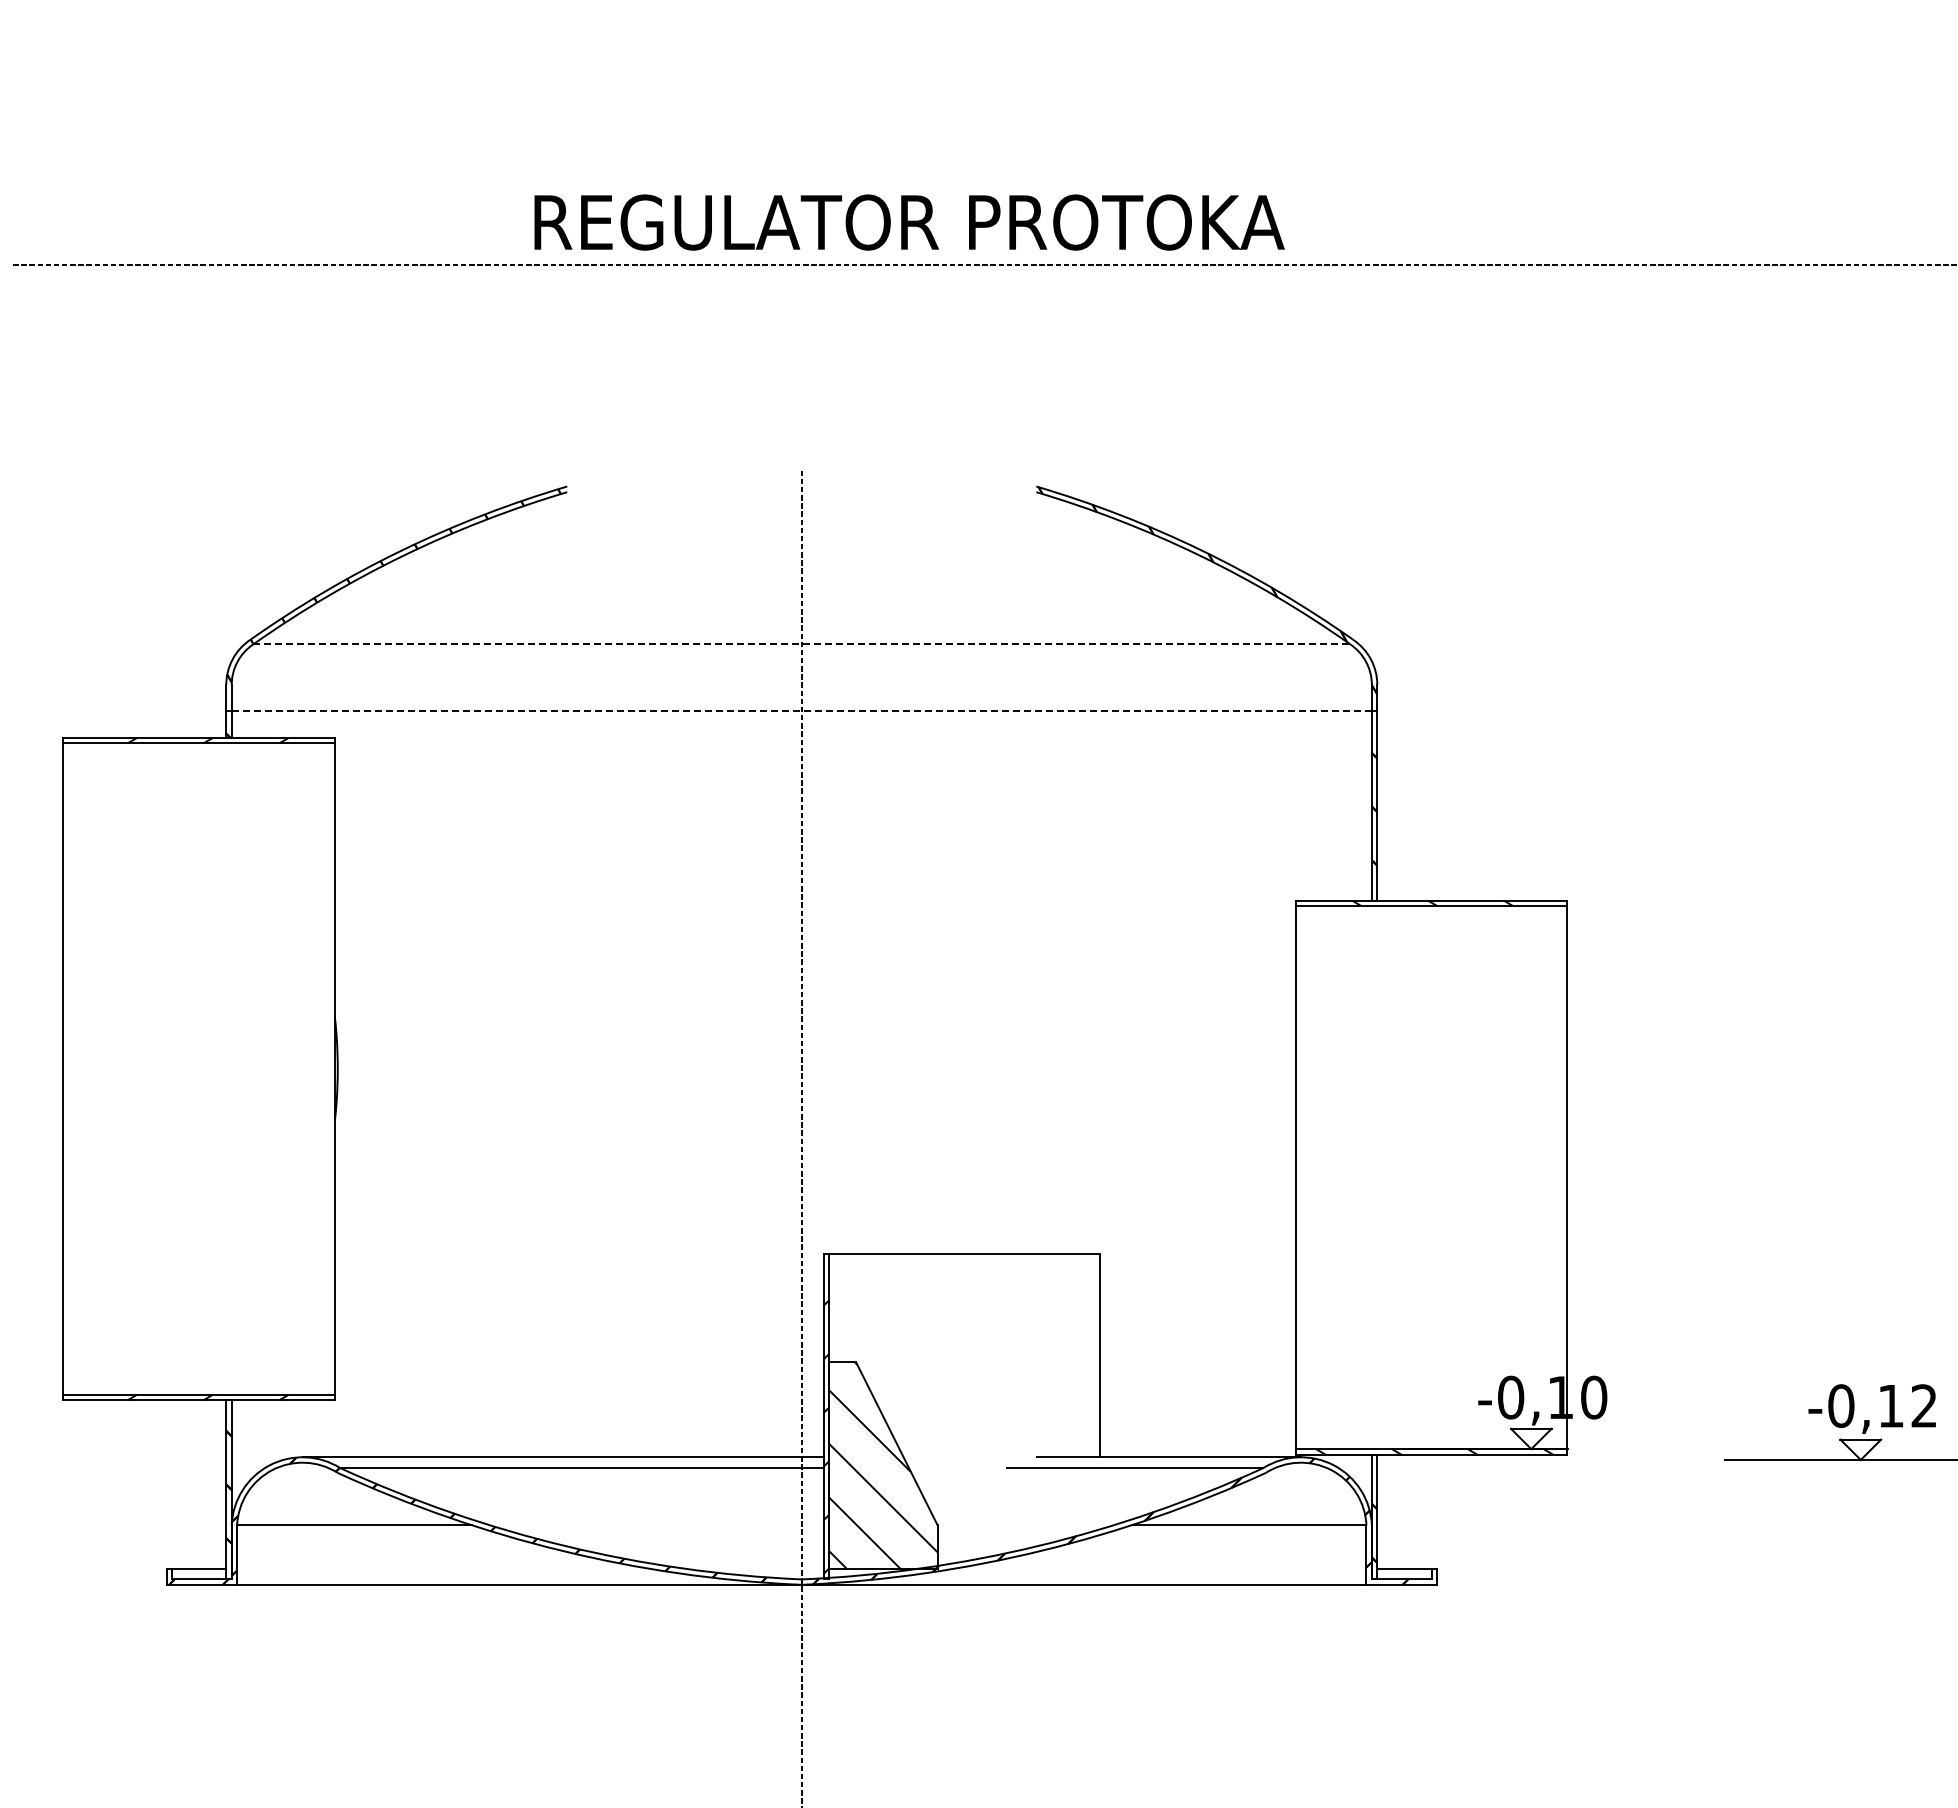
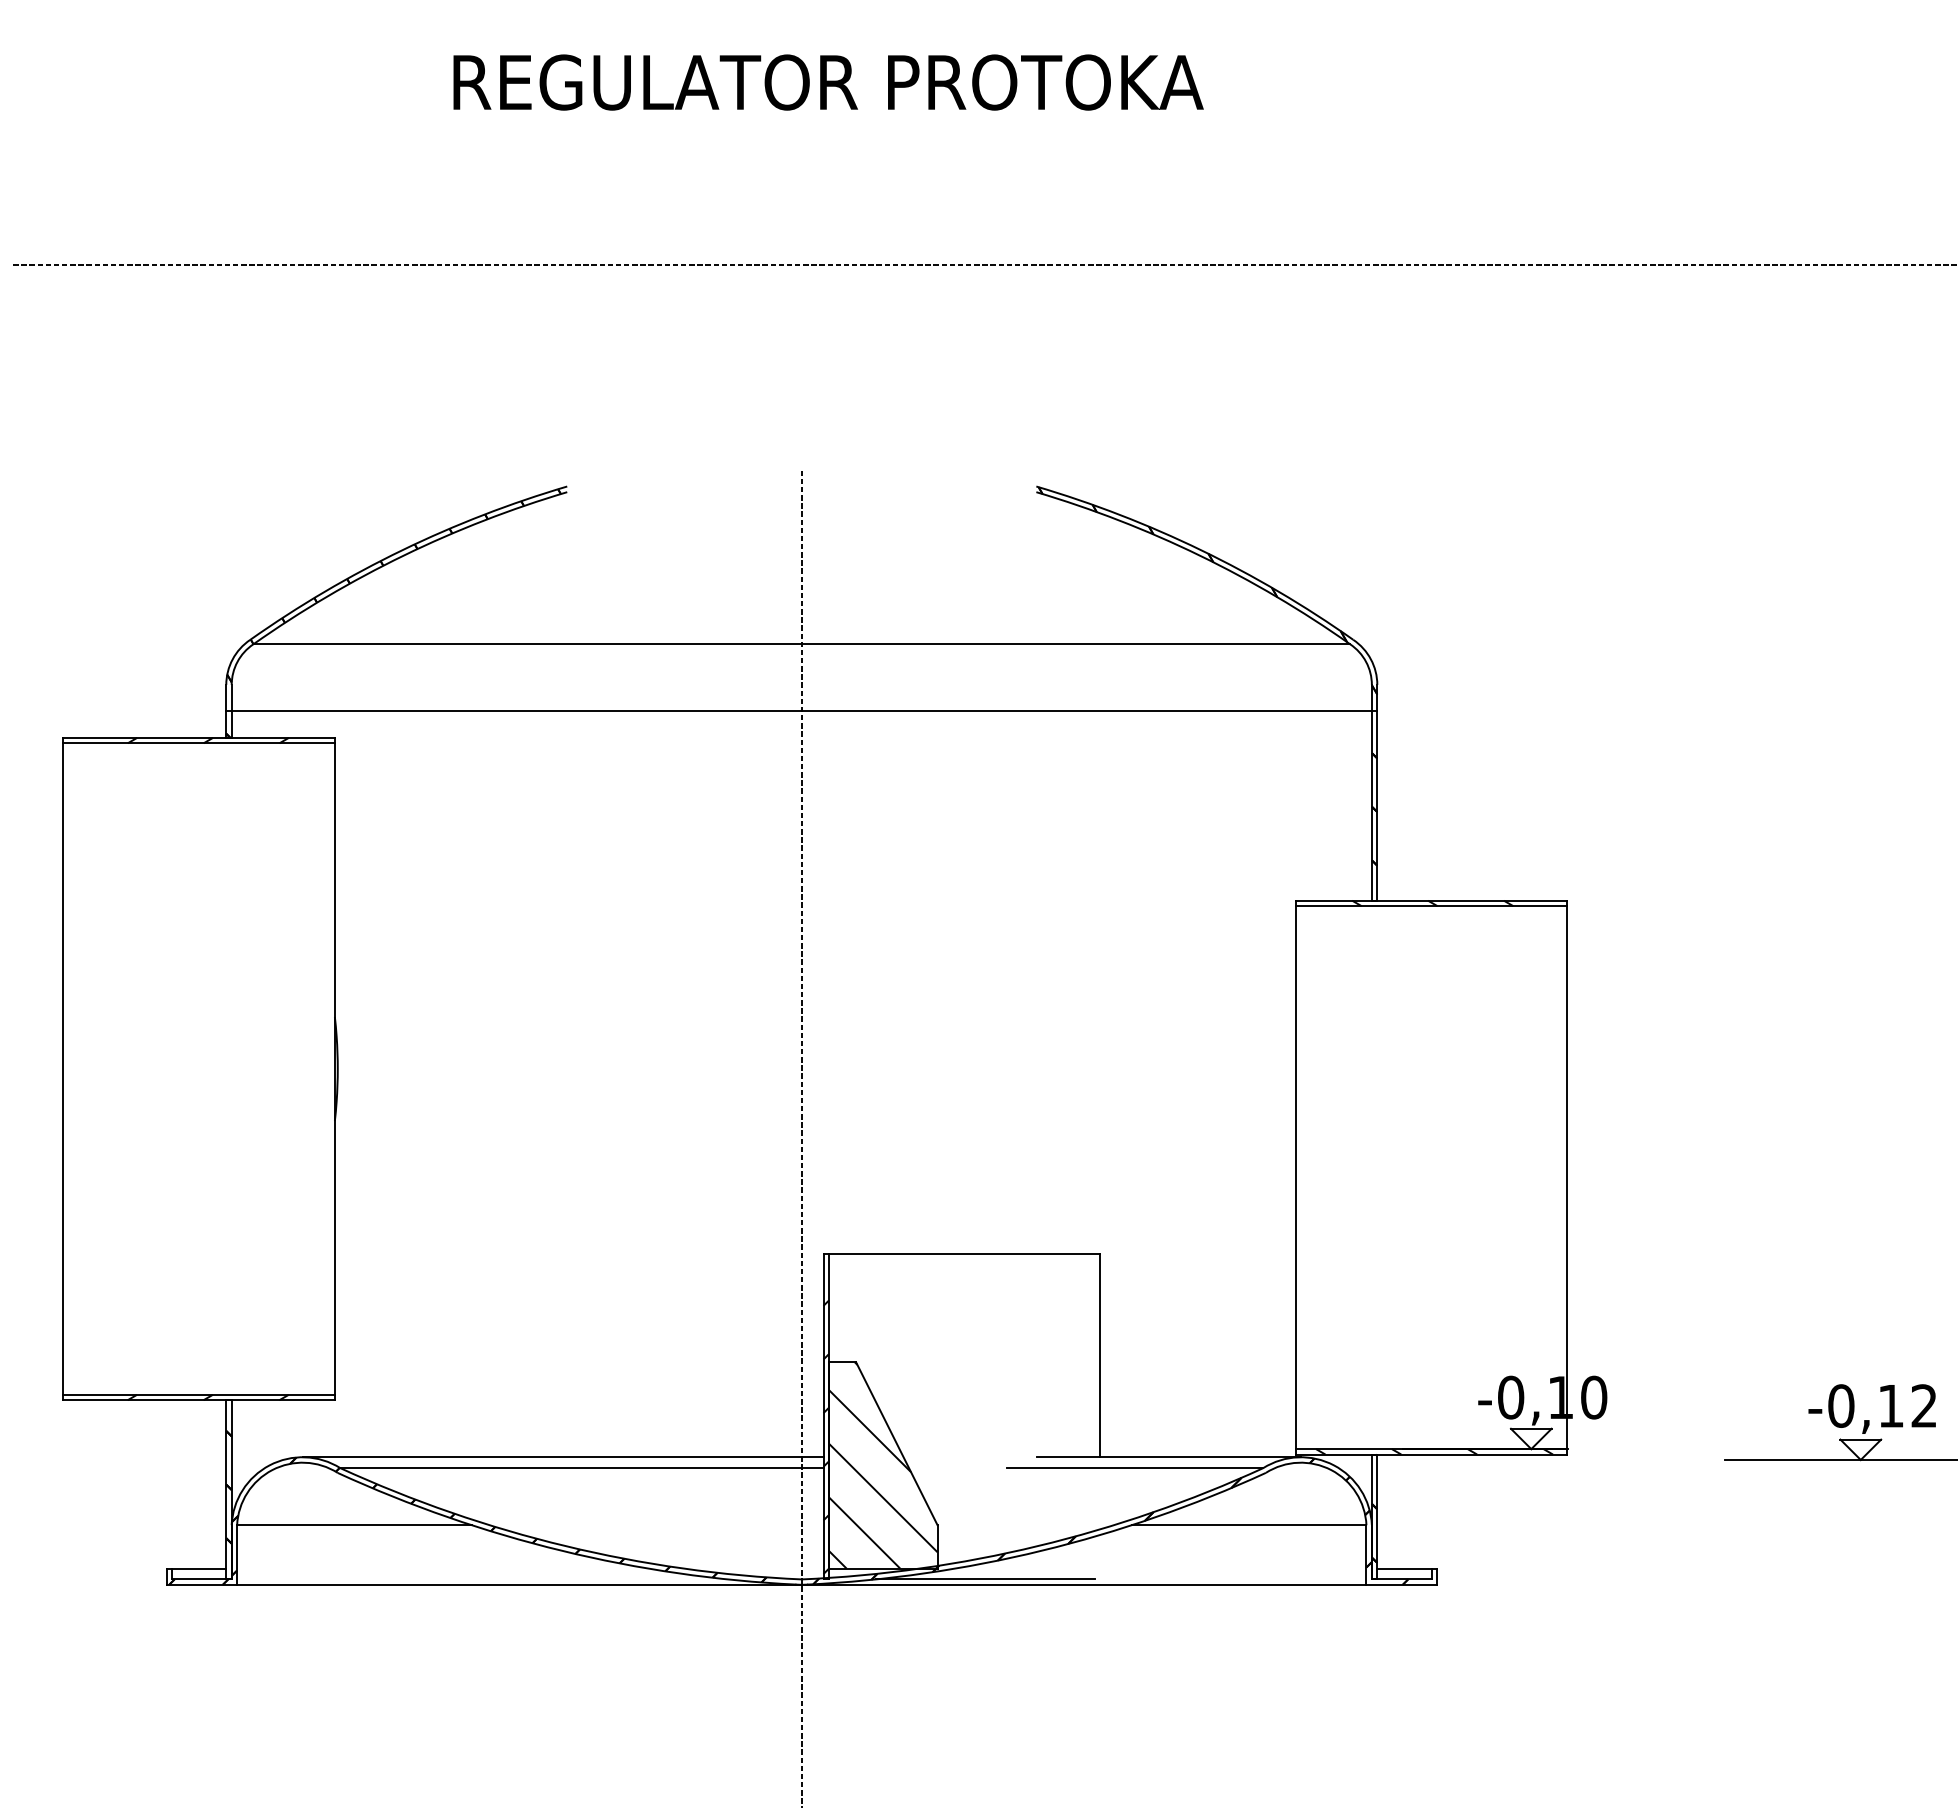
text at (909, 222) position: (909, 222) -> (828, 82)
line at (802, 644): dashed -> solid
line at (802, 710): dashed -> solid
line at (985, 1579): none -> present
